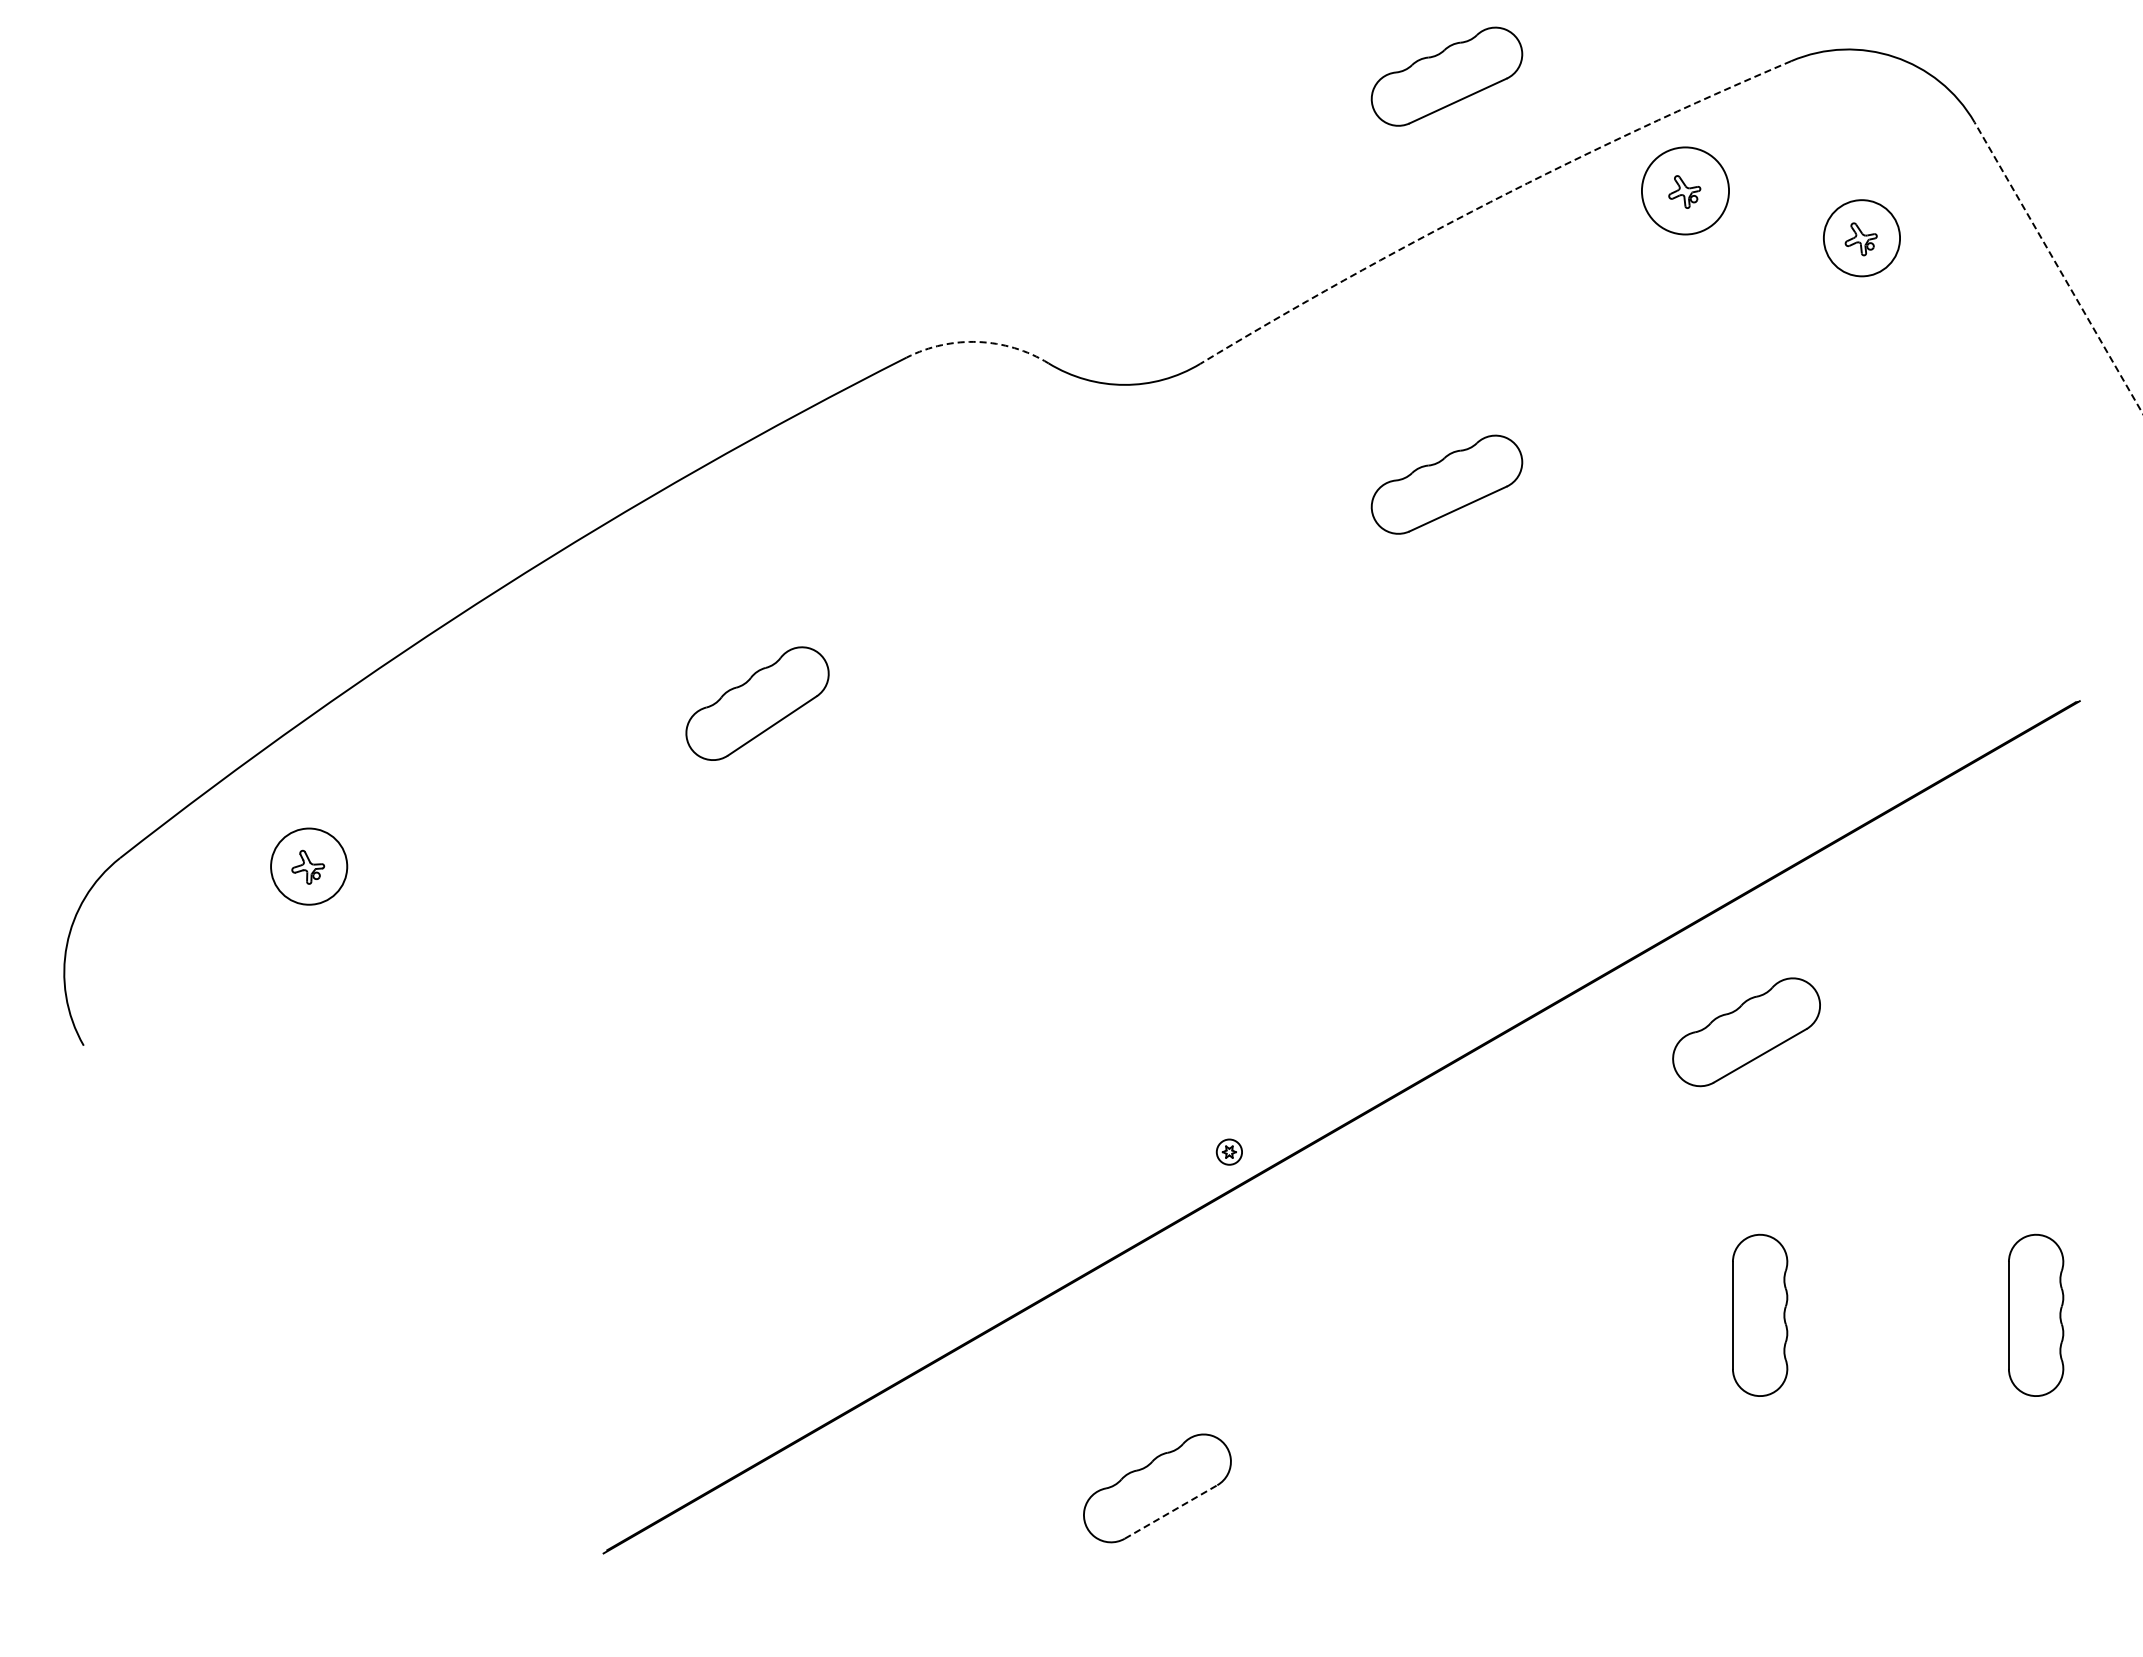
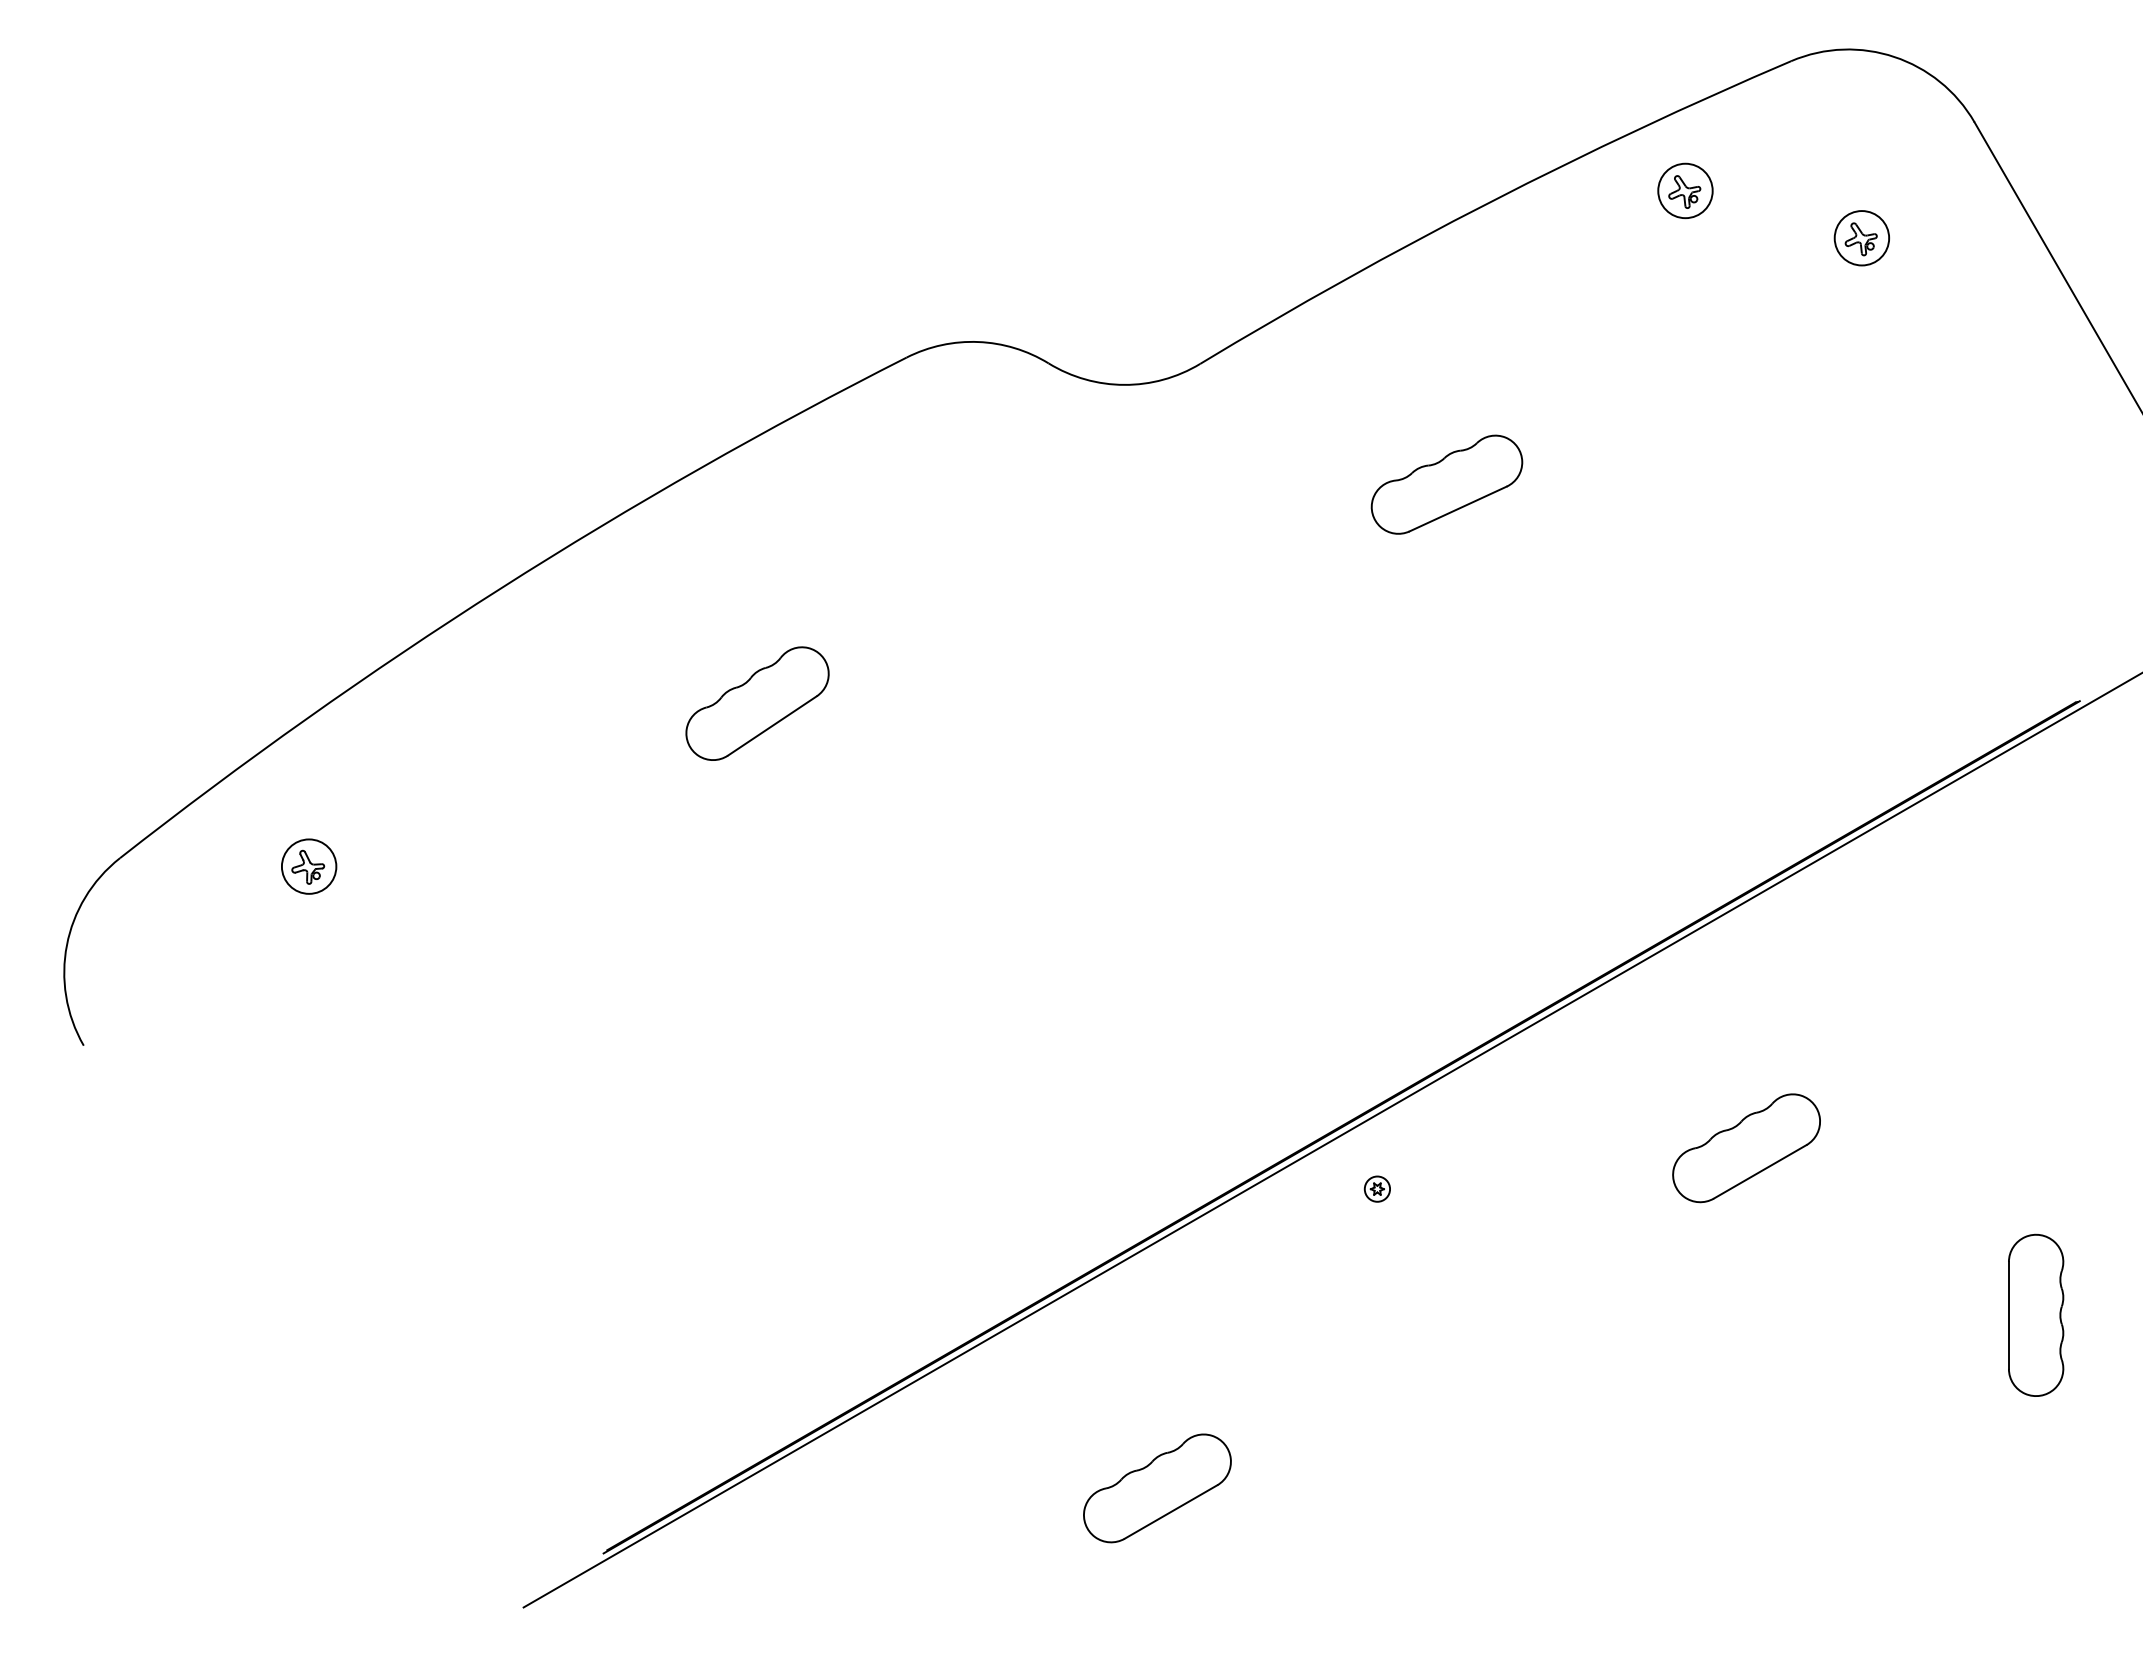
part at (1446, 76): present -> none
circle at (1685, 190) diameter: 87 px -> 54 px
arc at (1490, 202): dashed -> solid
circle at (1861, 238) diameter: 76 px -> 54 px
line at (2058, 267): dashed -> solid
arc at (978, 342): dashed -> solid
circle at (309, 866) diameter: 76 px -> 54 px
part at (1746, 1032) position: (1746, 1032) -> (1746, 1148)
line at (1331, 1140): none -> present
part at (1228, 1151) position: (1228, 1151) -> (1376, 1188)
part at (1760, 1314): present -> none
line at (1171, 1511): dashed -> solid
